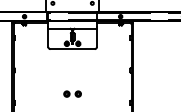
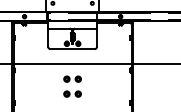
line at (89, 63): none -> present
part at (72, 78): none -> present
